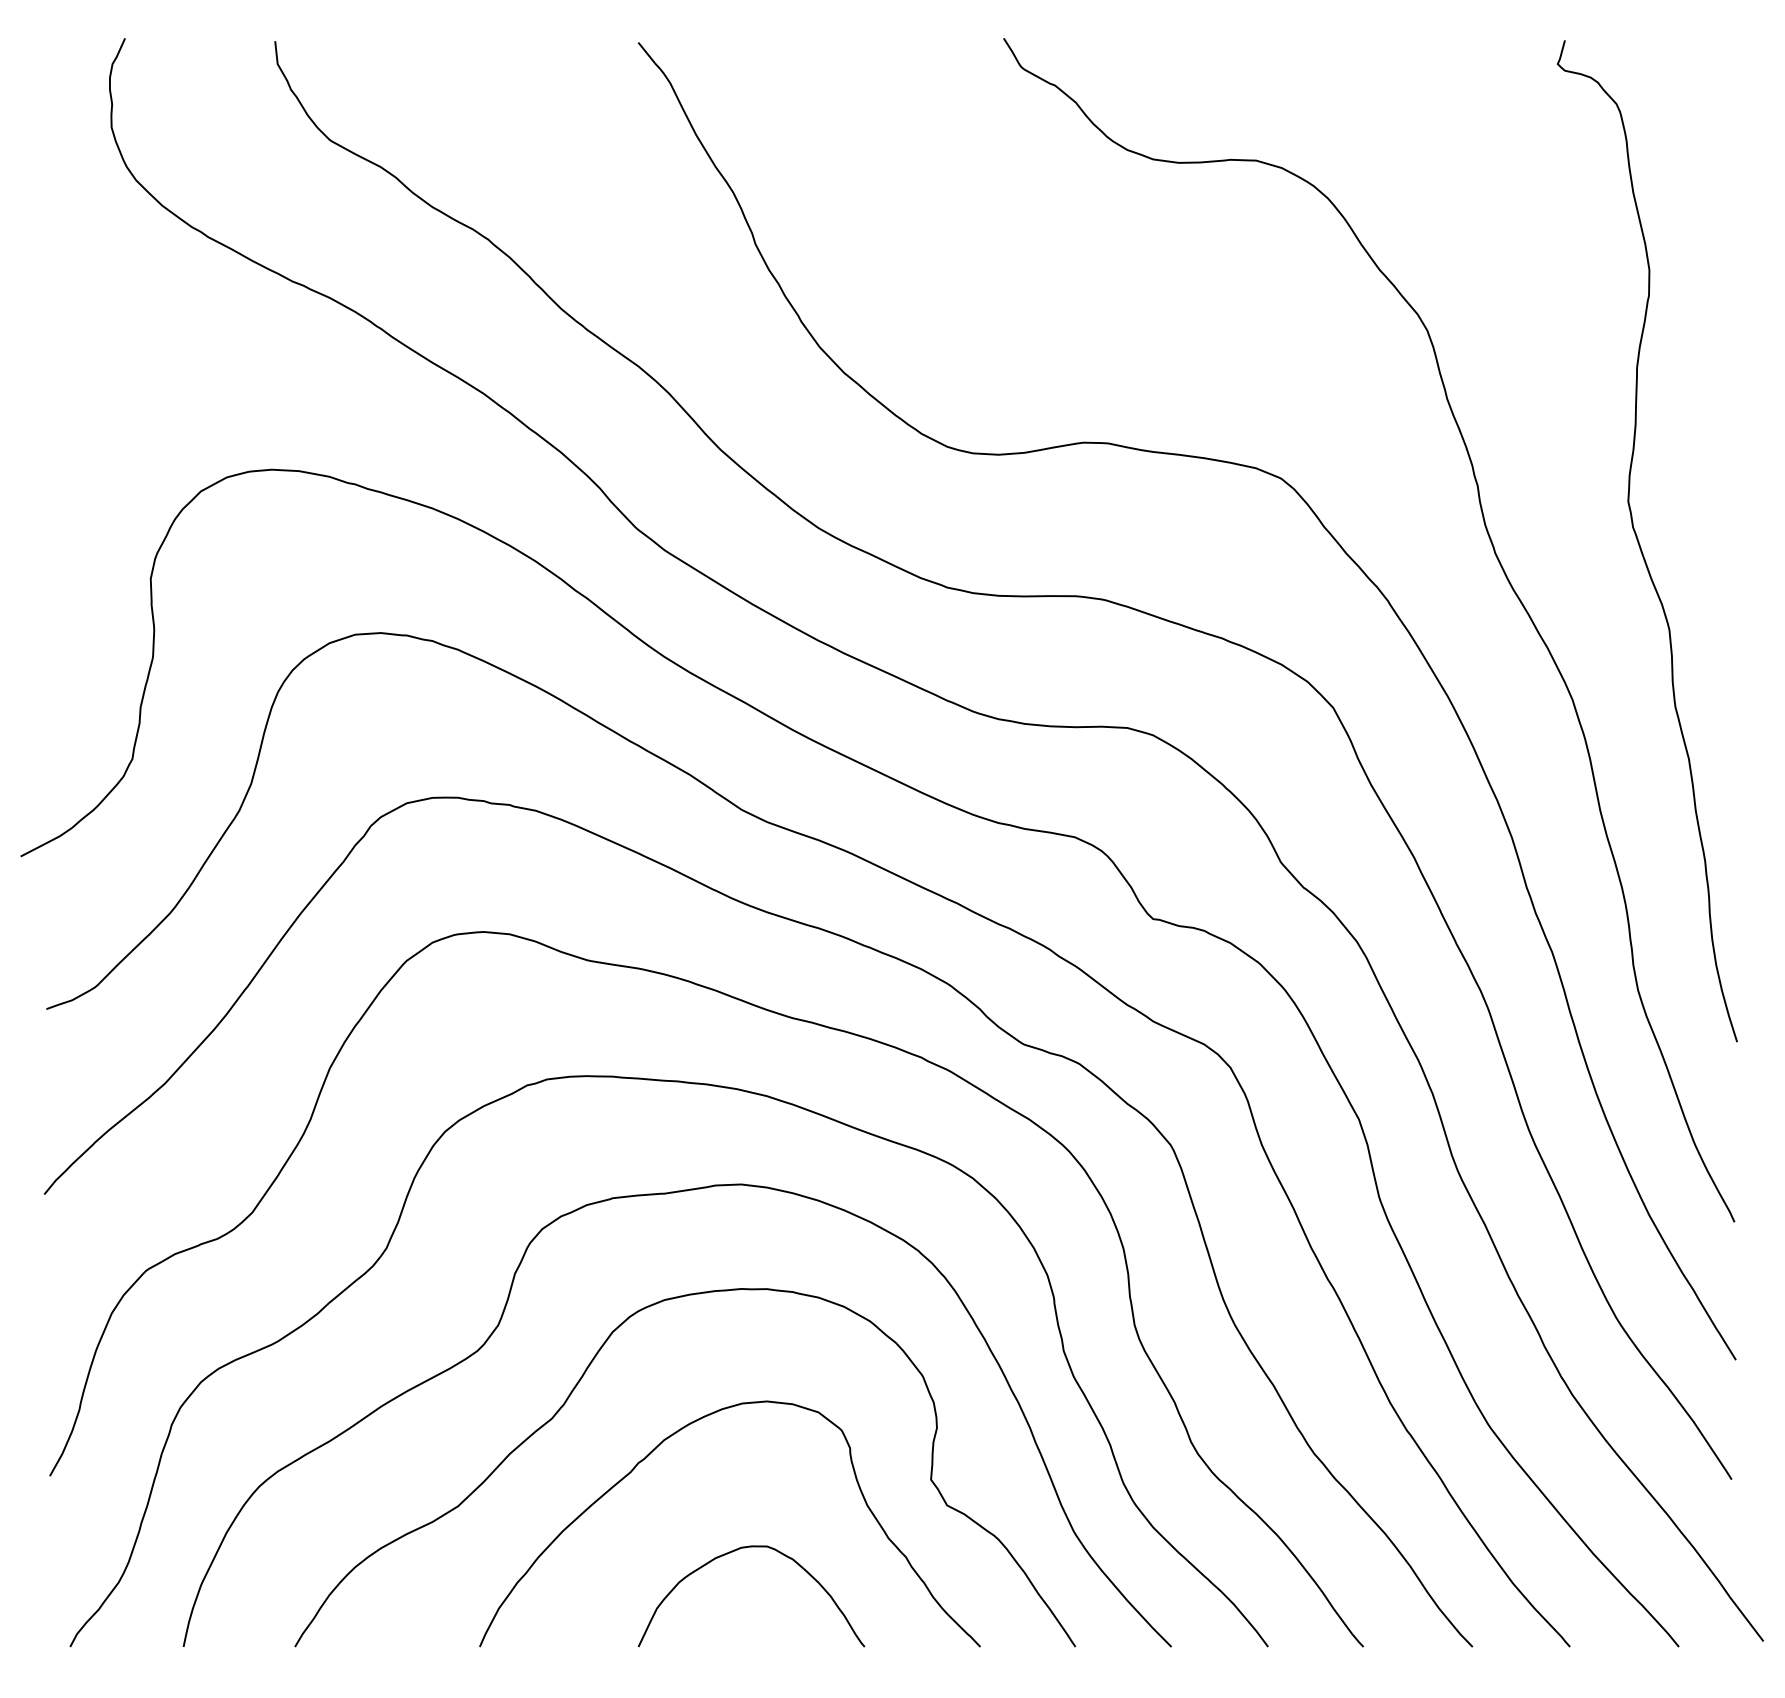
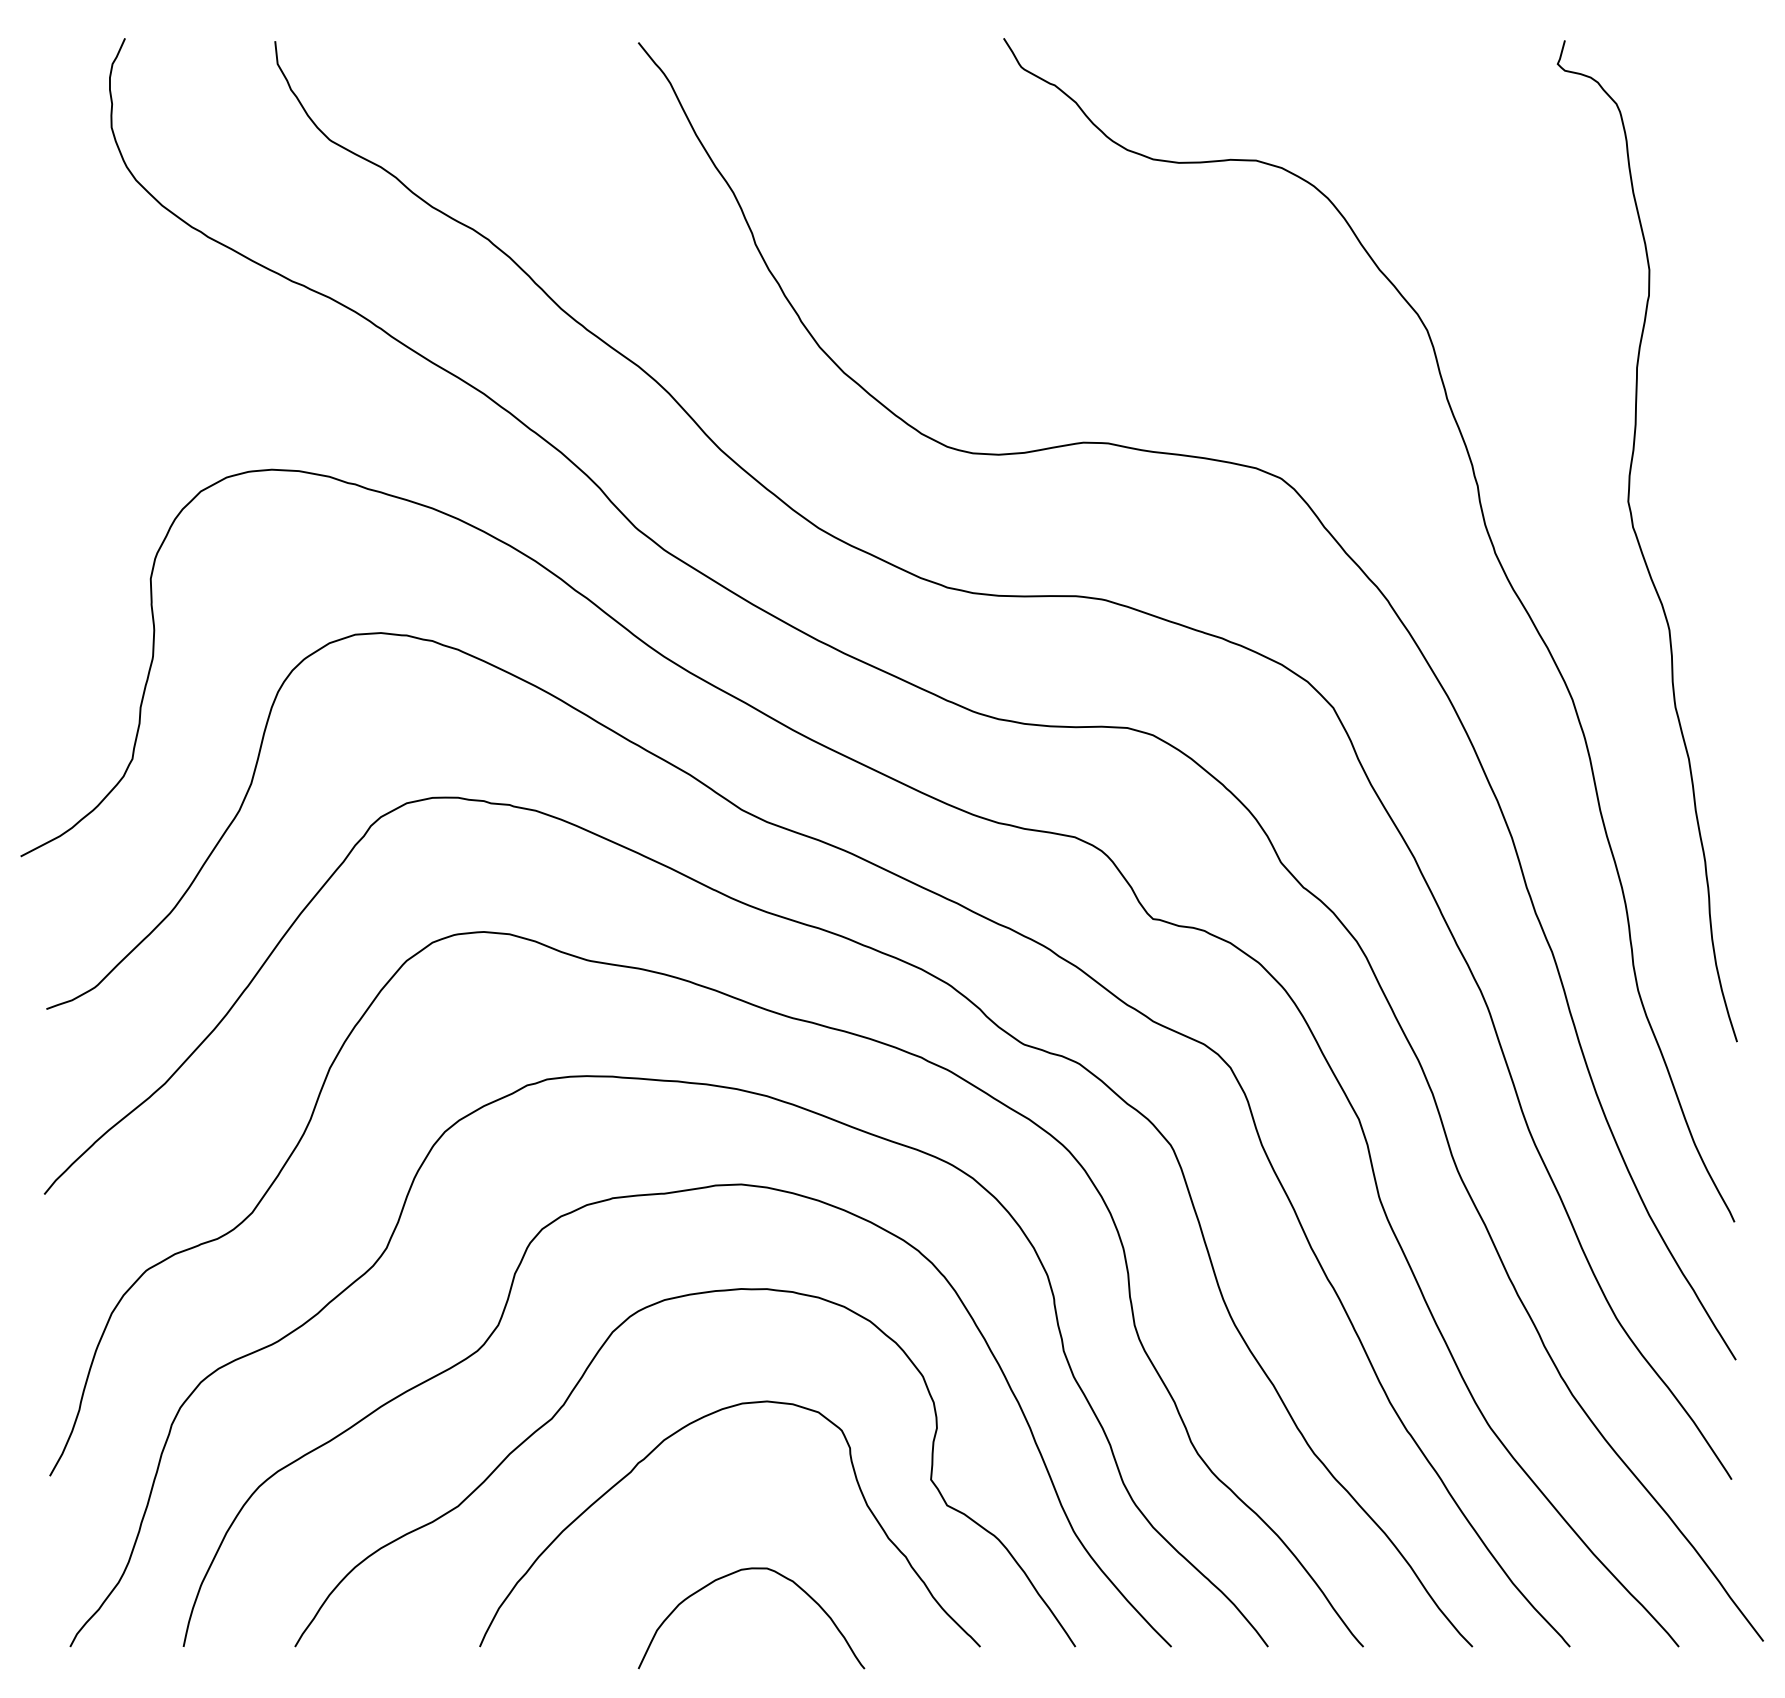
curve at (735, 1551) position: (735, 1551) -> (735, 1573)
